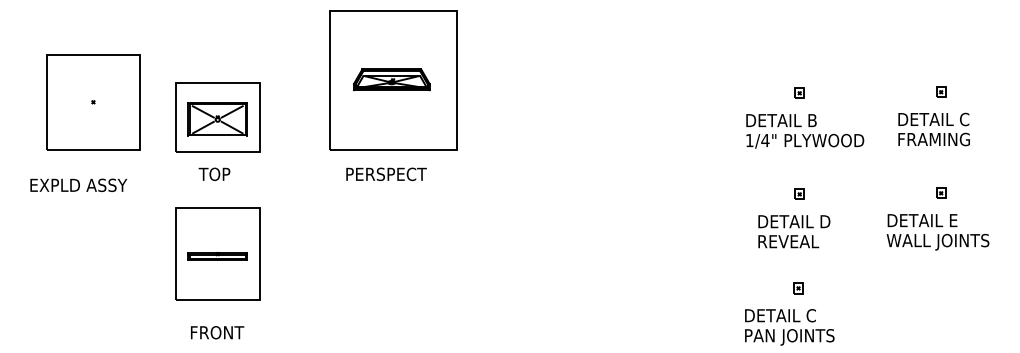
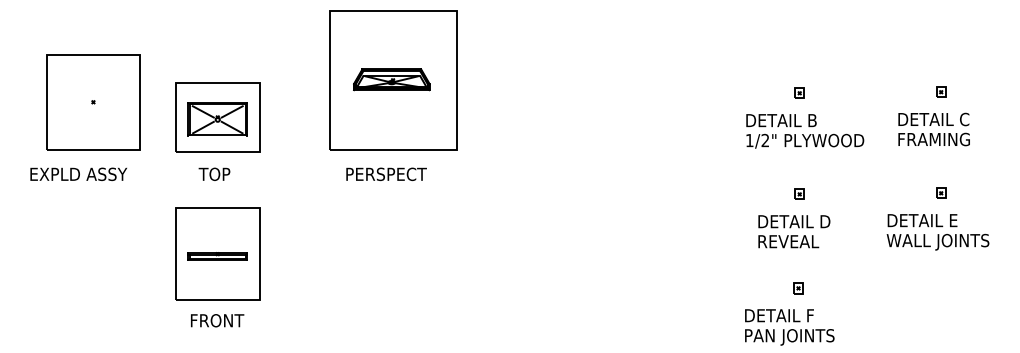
text at (765, 140): 1/4" -> 1/2"
text at (78, 184) position: (78, 184) -> (78, 173)
text at (810, 315): DETAIL C -> DETAIL F
text at (217, 332) position: (217, 332) -> (217, 320)
